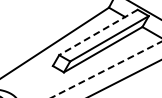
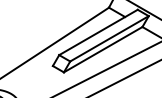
line at (98, 32): dashed -> solid
line at (107, 69): dashed -> solid
